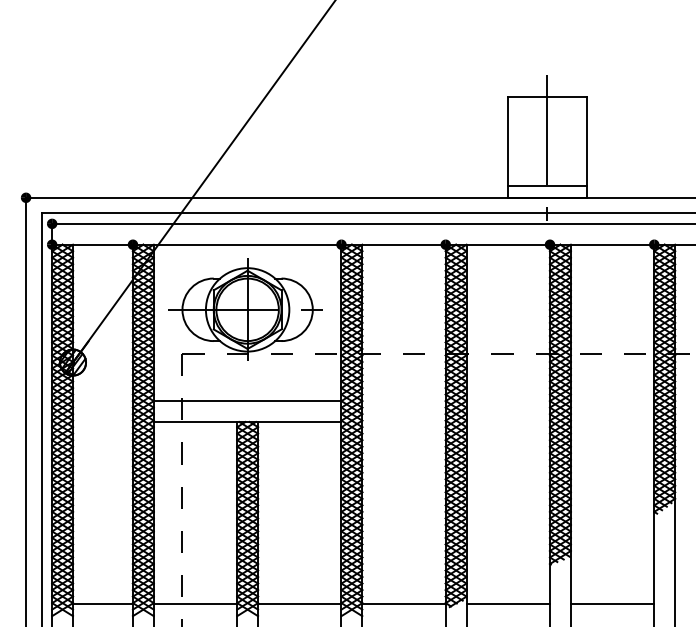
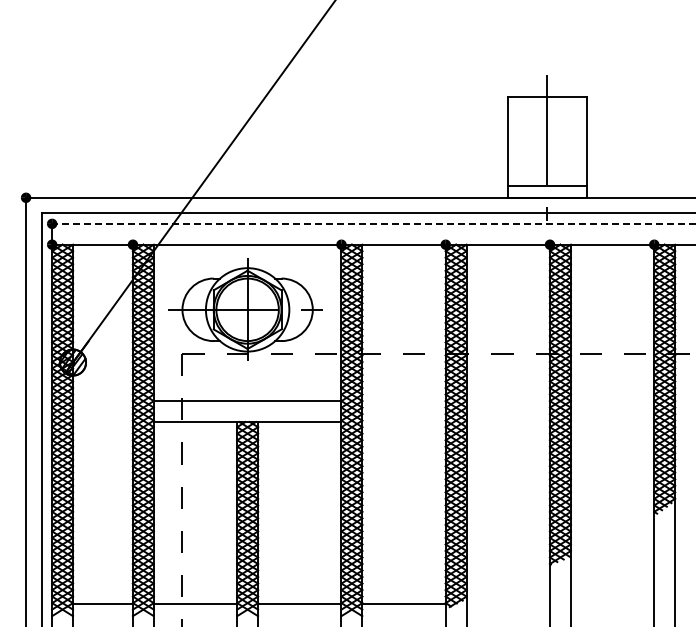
line at (373, 223): solid -> dashed
line at (508, 604): present -> none
line at (612, 604): present -> none
